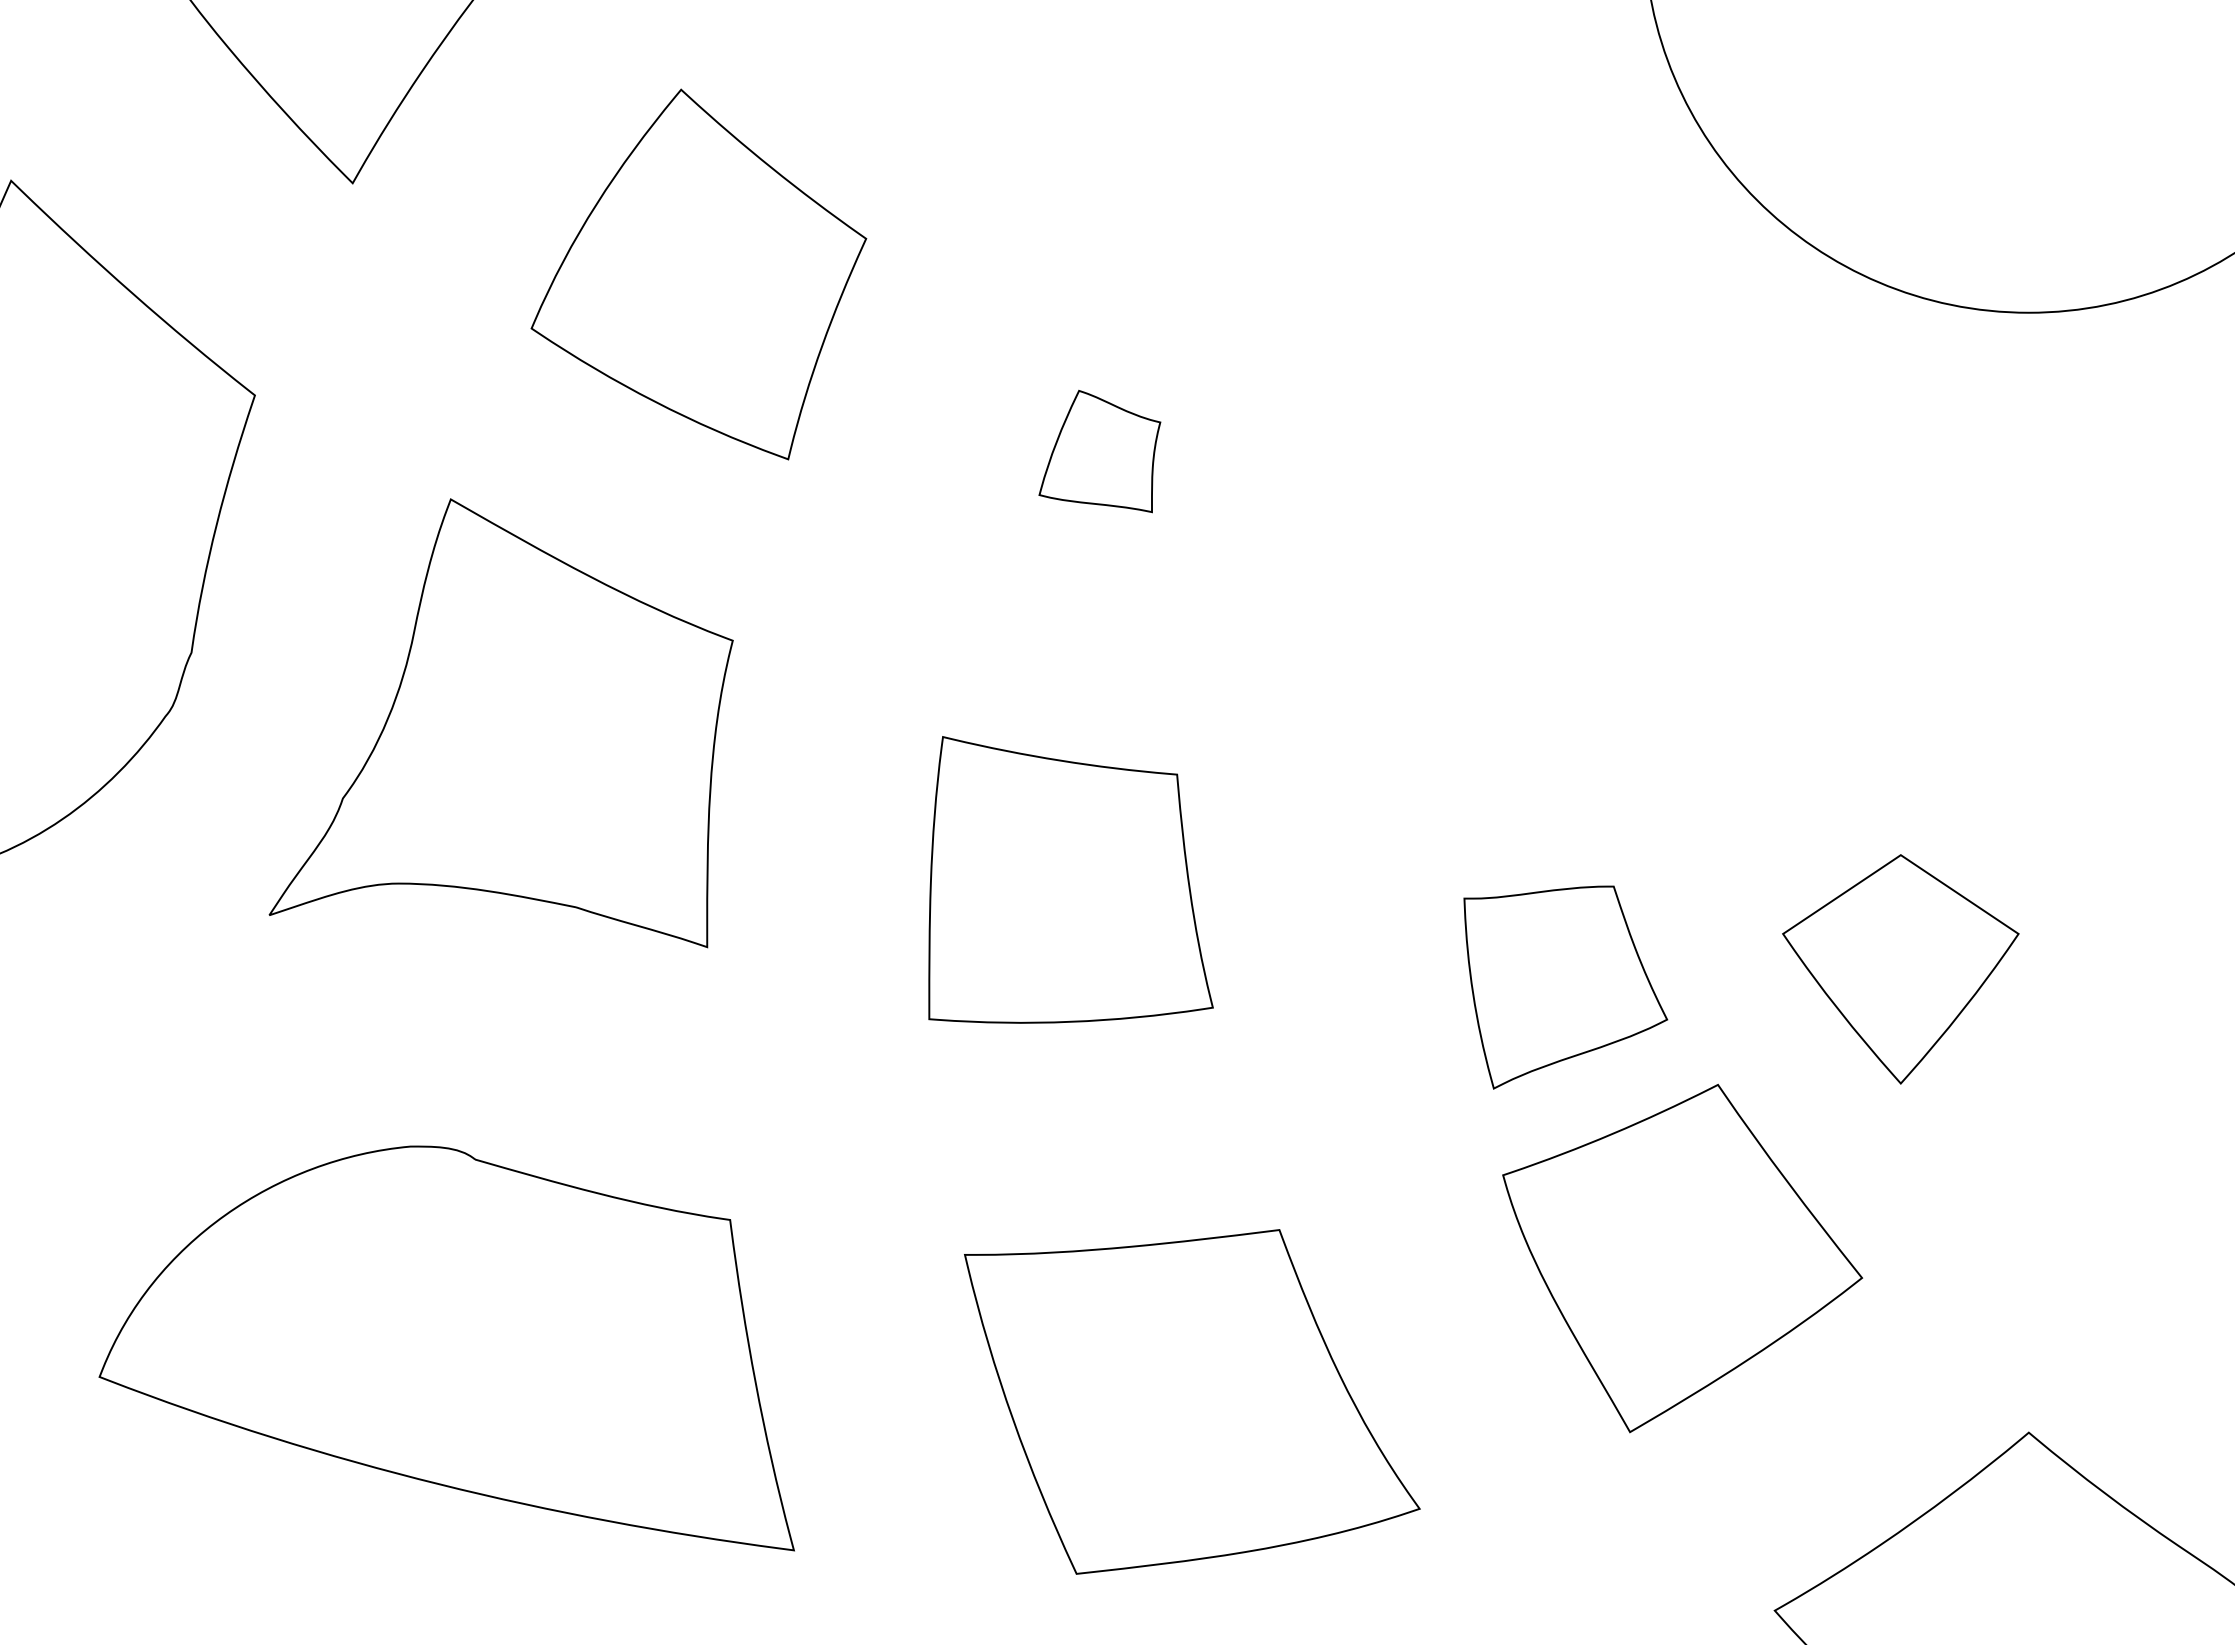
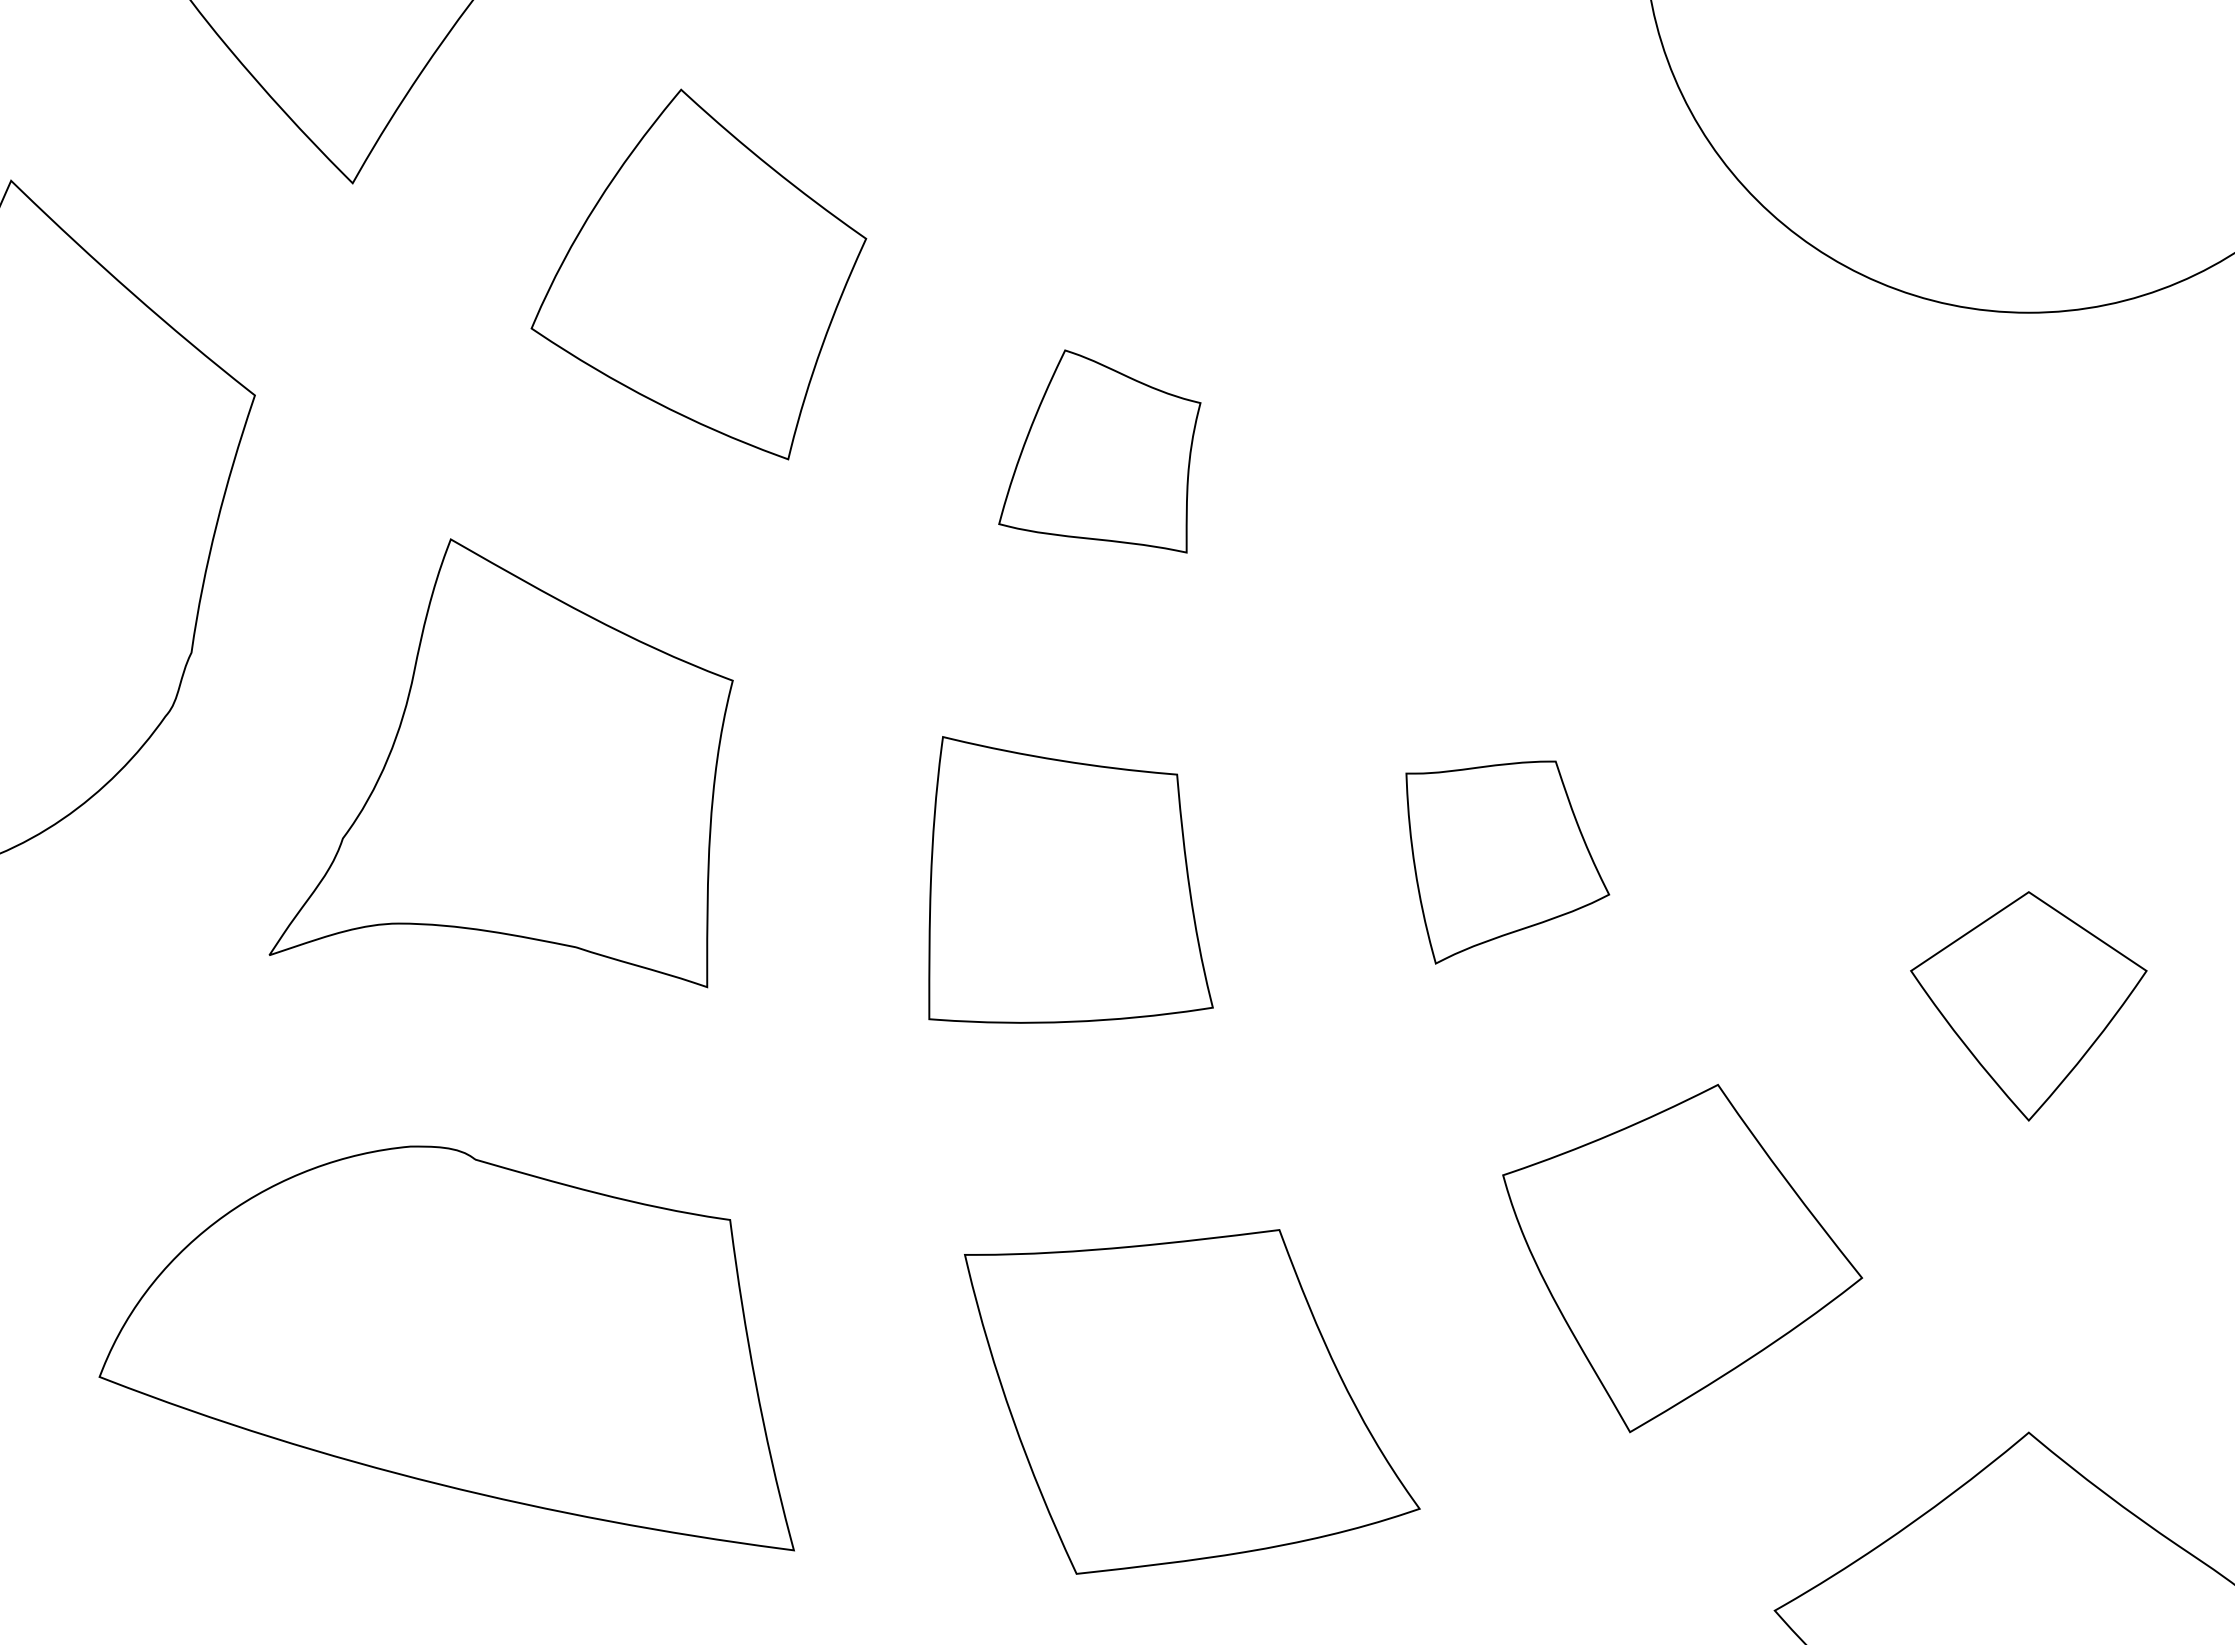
part at (1099, 451) size: 124x125 px -> 204x205 px
part at (500, 723) position: (500, 723) -> (500, 763)
part at (1900, 969) position: (1900, 969) -> (2028, 1006)
part at (1565, 987) position: (1565, 987) -> (1507, 862)
